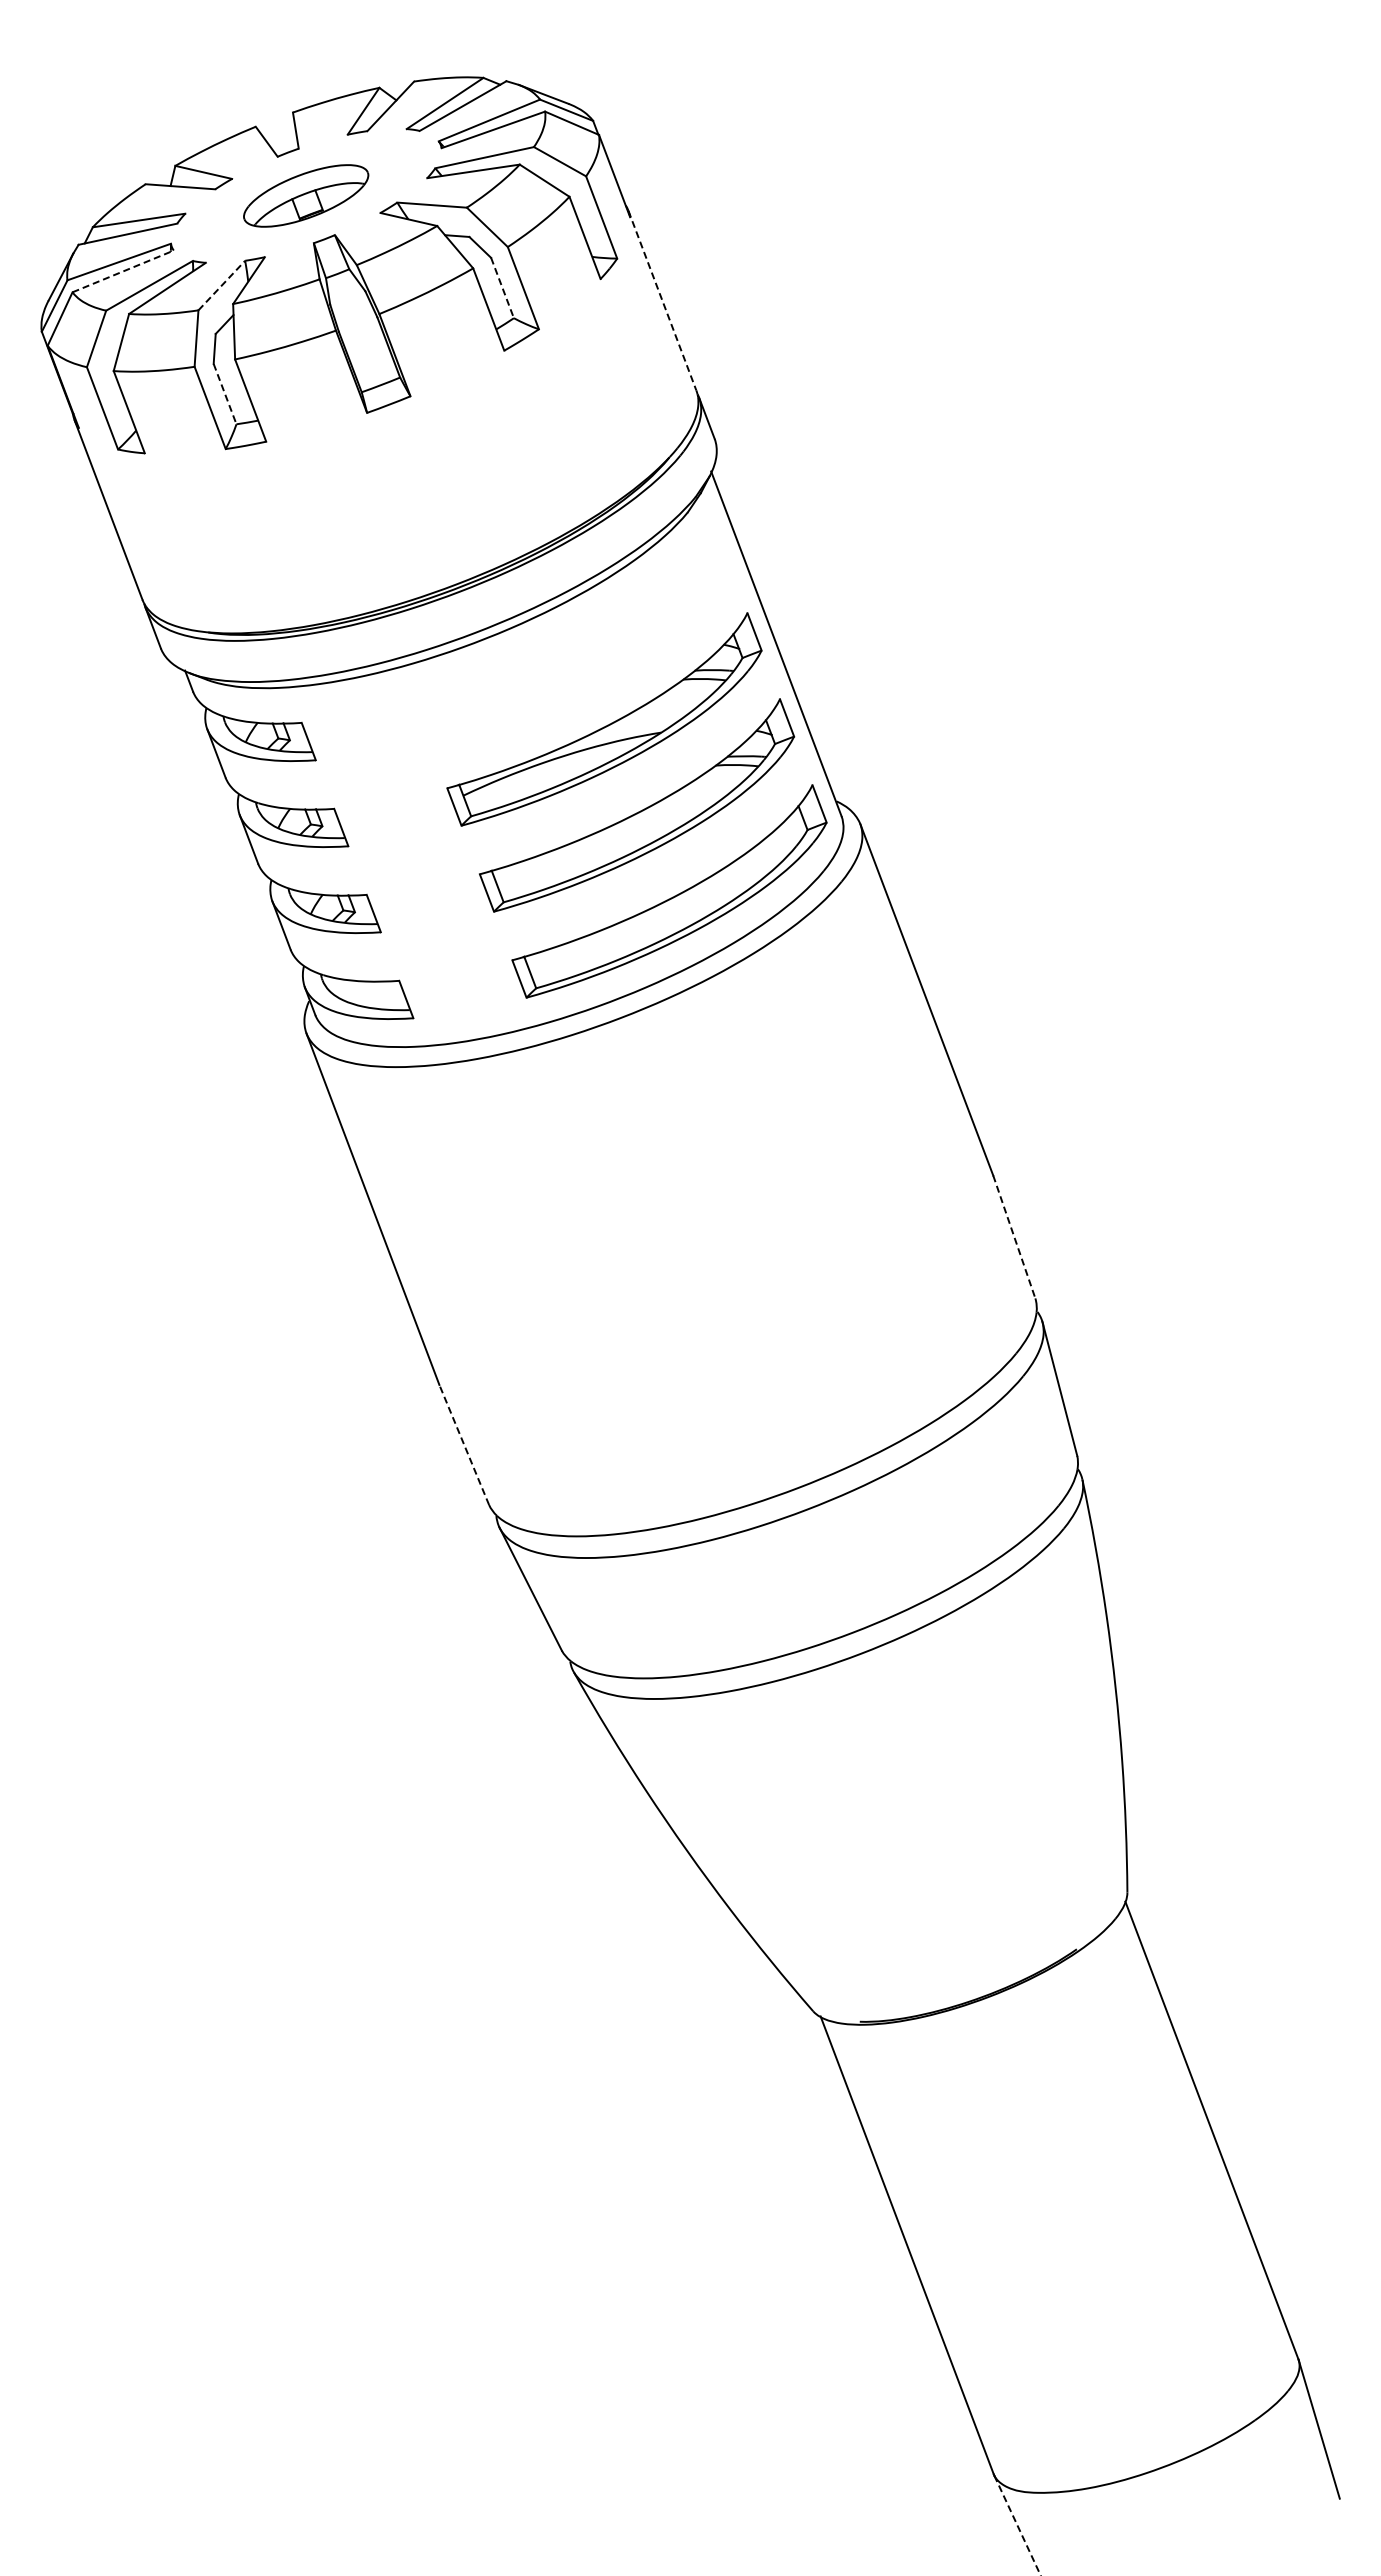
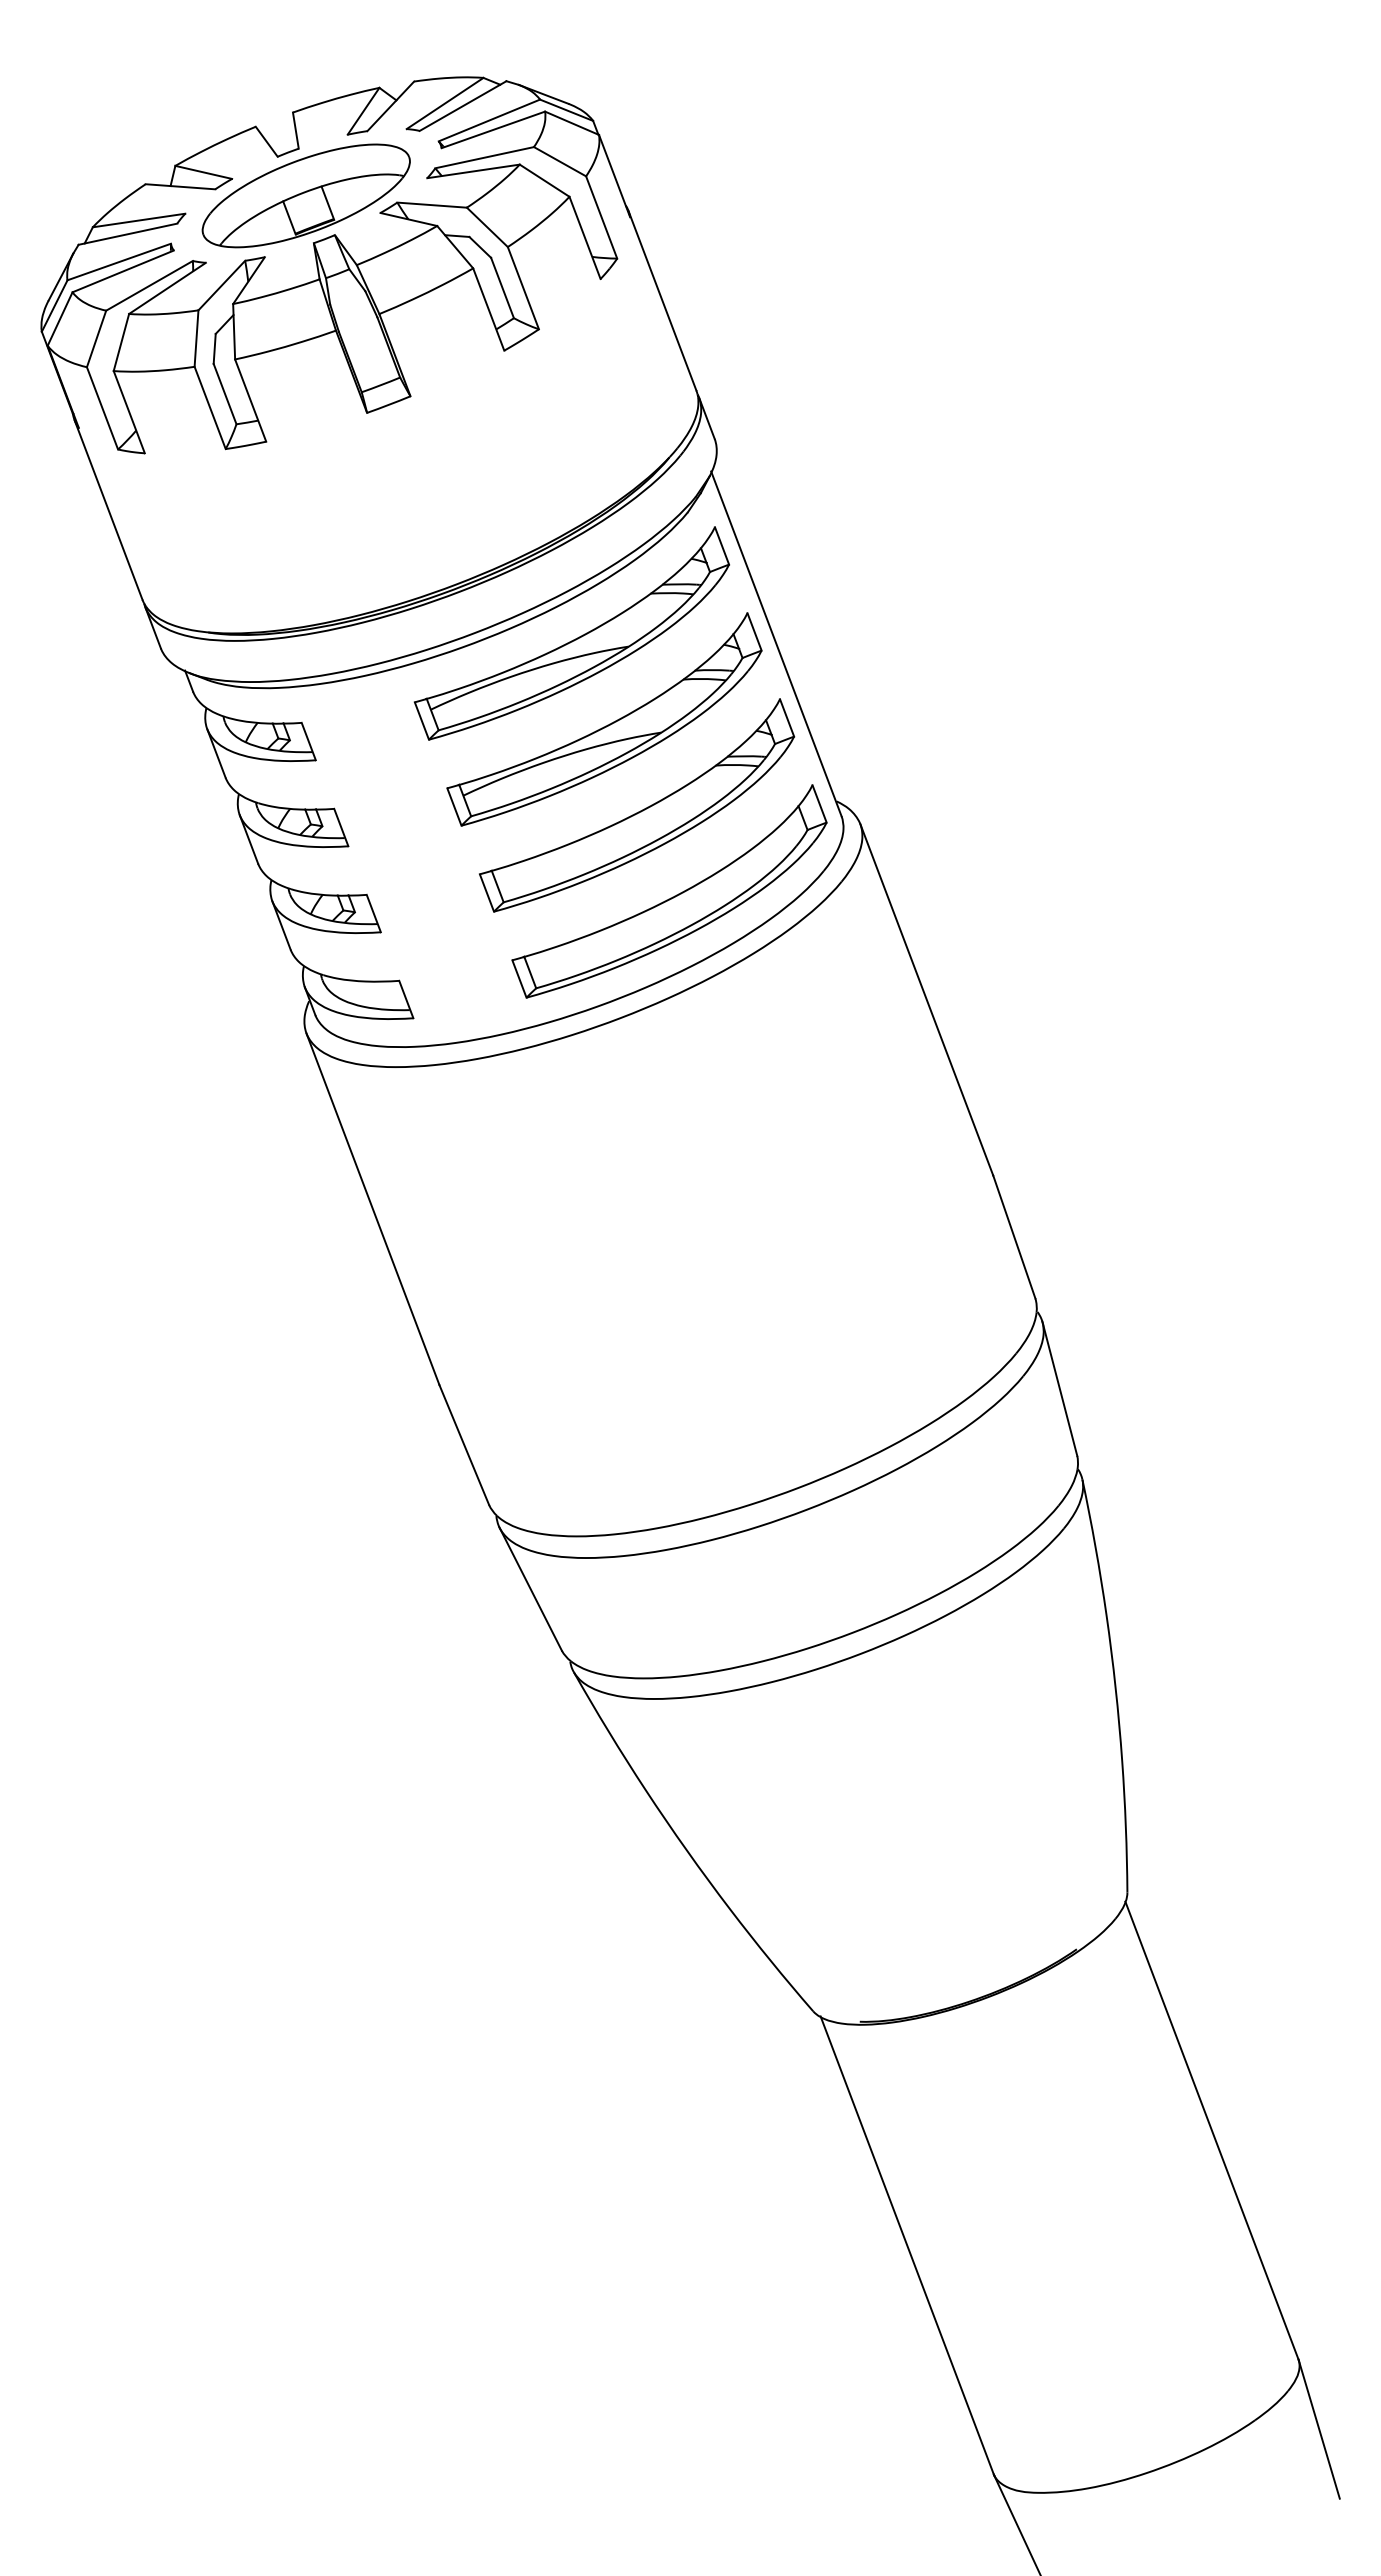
part at (306, 195) size: 127x64 px -> 210x106 px
line at (123, 271): dashed -> solid
line at (222, 285): dashed -> solid
line at (502, 288): dashed -> solid
line at (662, 300): dashed -> solid
line at (225, 394): dashed -> solid
part at (573, 639): none -> present
line at (1014, 1236): dashed -> solid
line at (464, 1444): dashed -> solid
line at (1017, 2526): dashed -> solid
